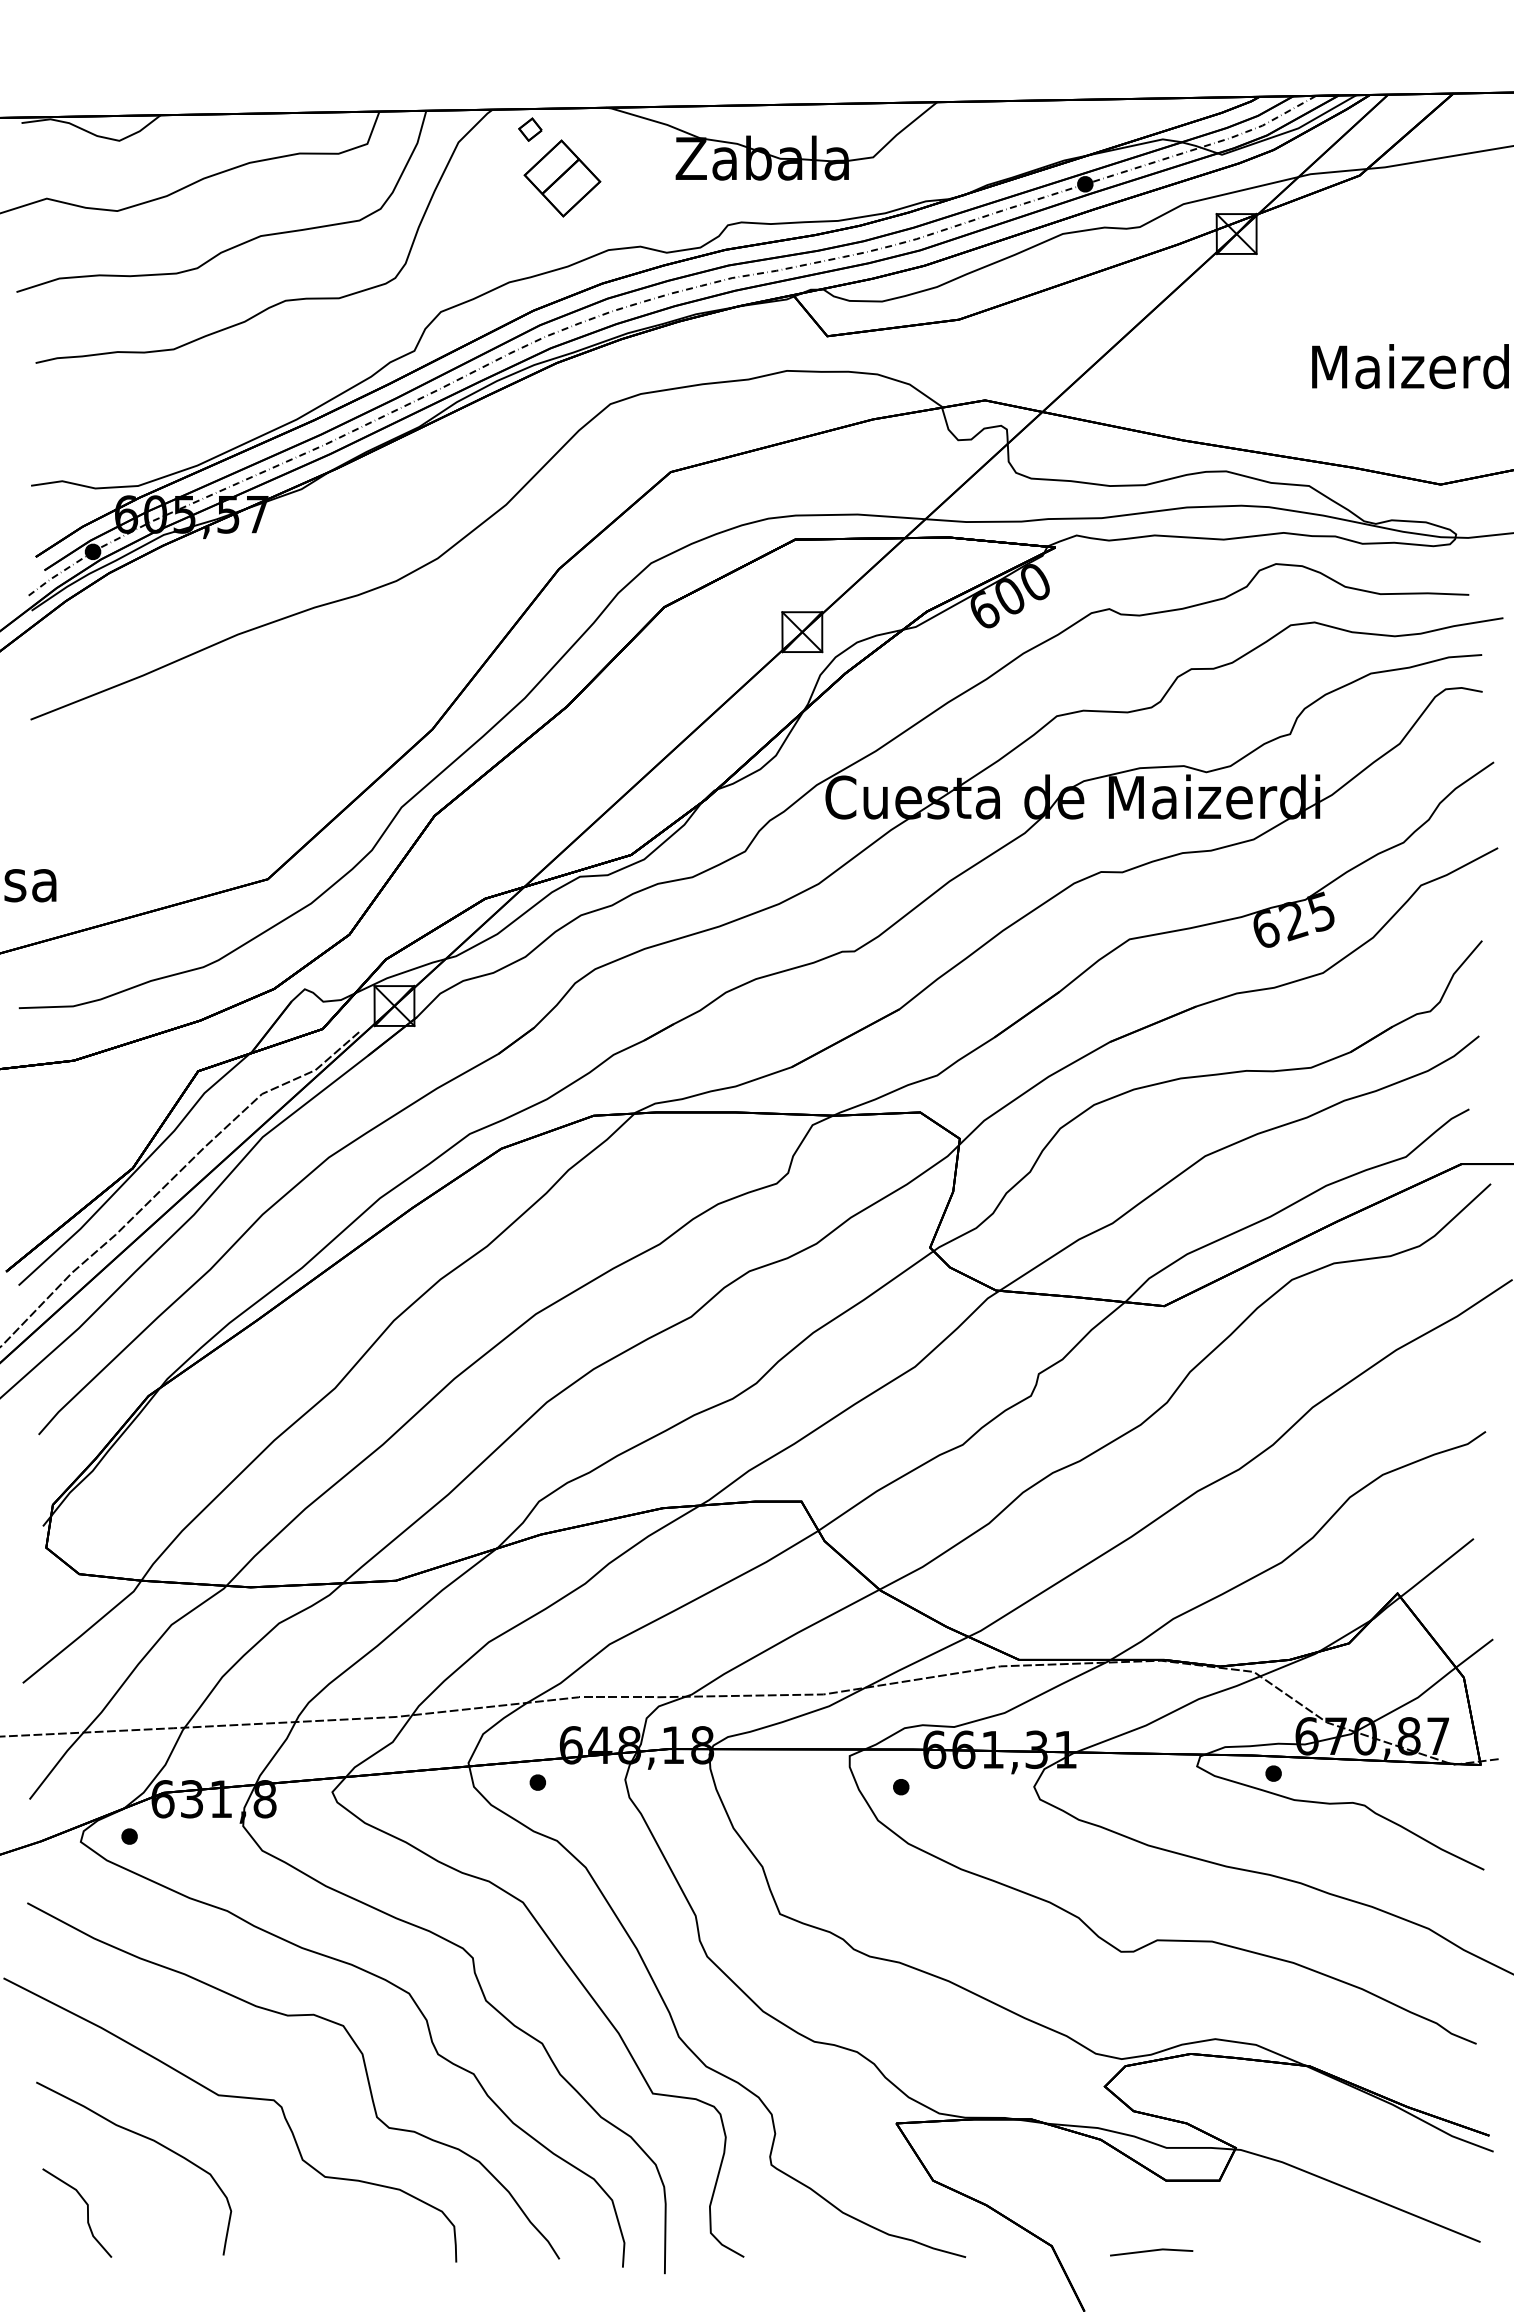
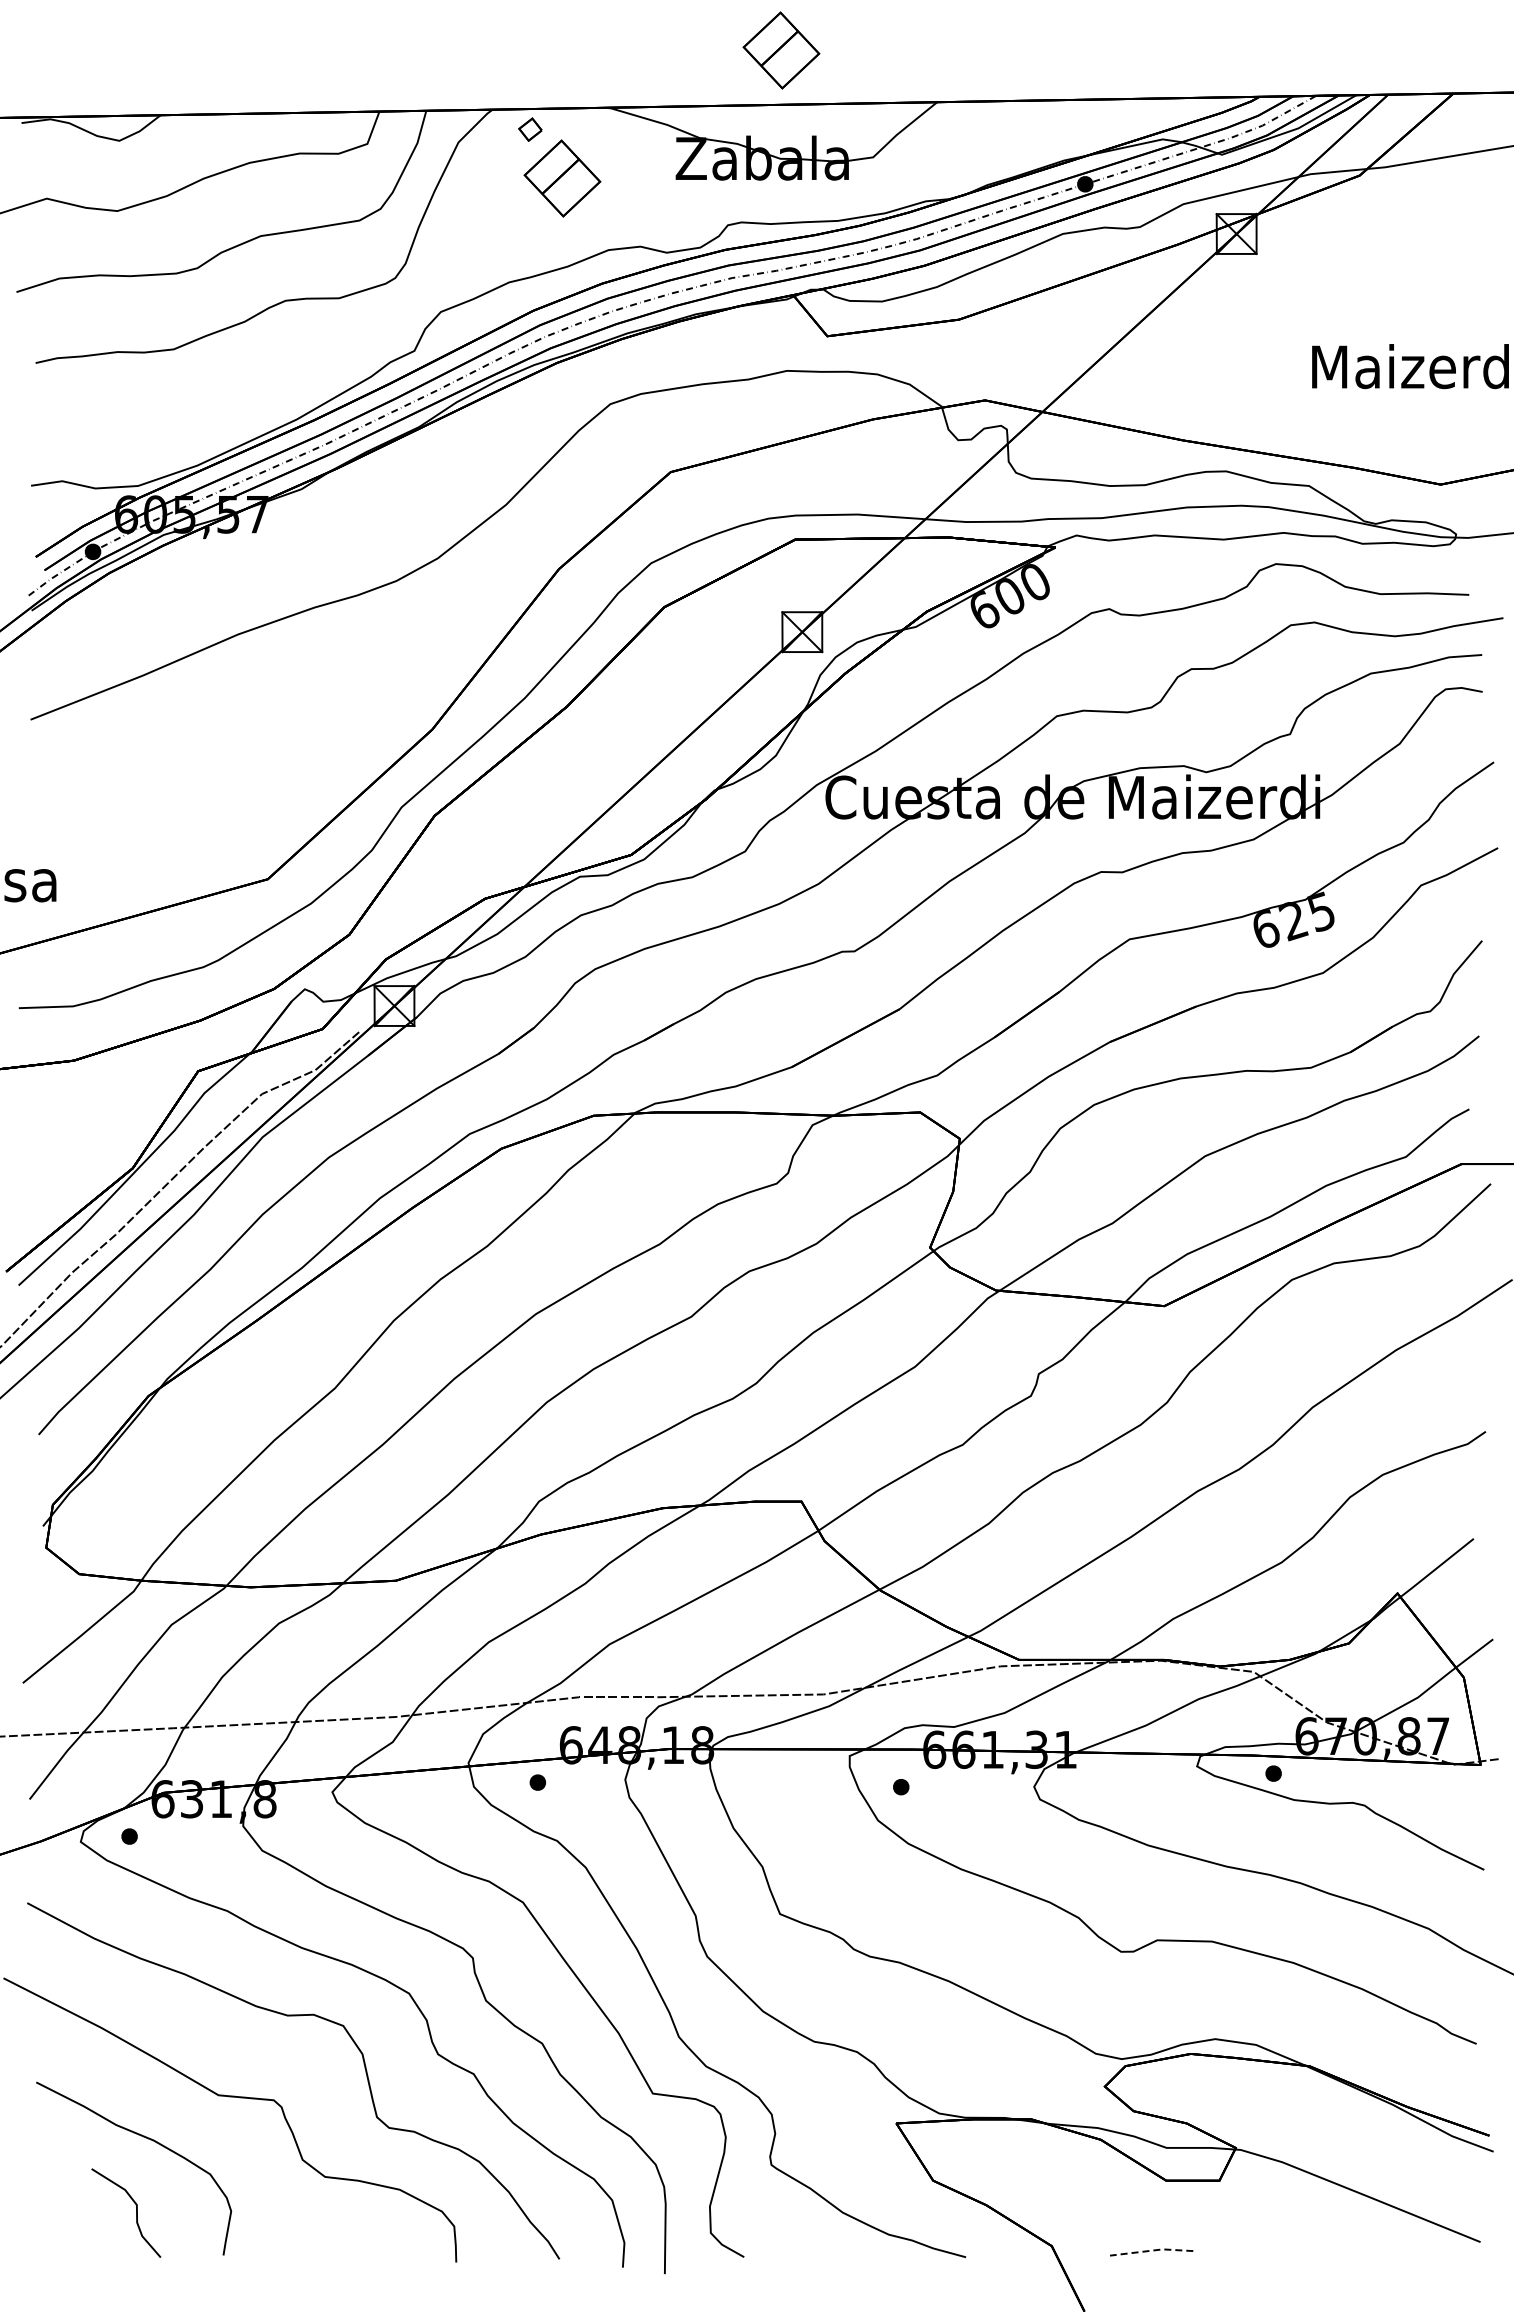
part at (781, 50): none -> present
curve at (87, 2212) position: (87, 2212) -> (136, 2212)
line at (1152, 2250): solid -> dashed
